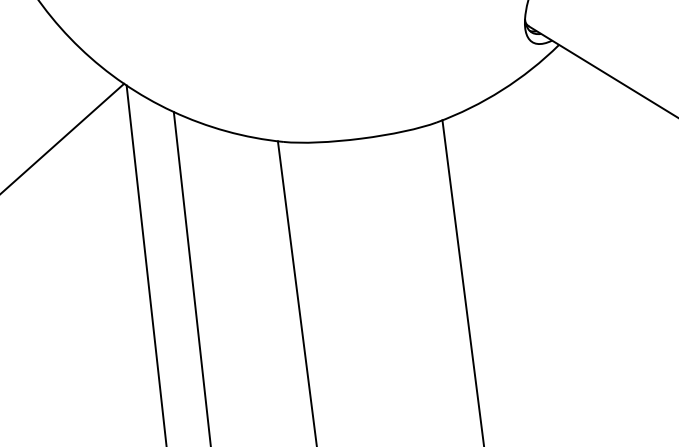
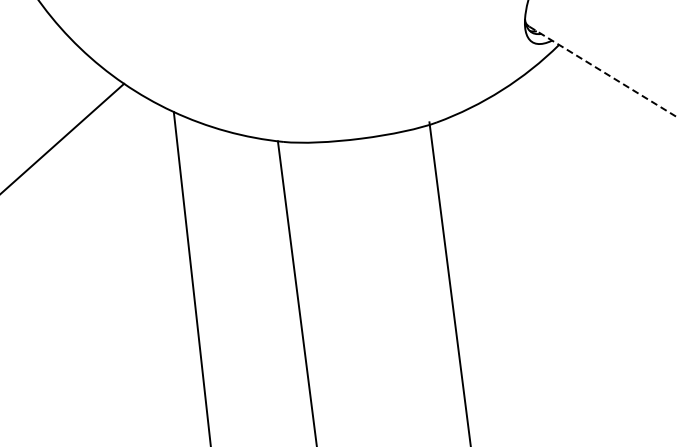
line at (604, 72): solid -> dashed
line at (146, 264): present -> none
line at (462, 281) position: (462, 281) -> (449, 282)
